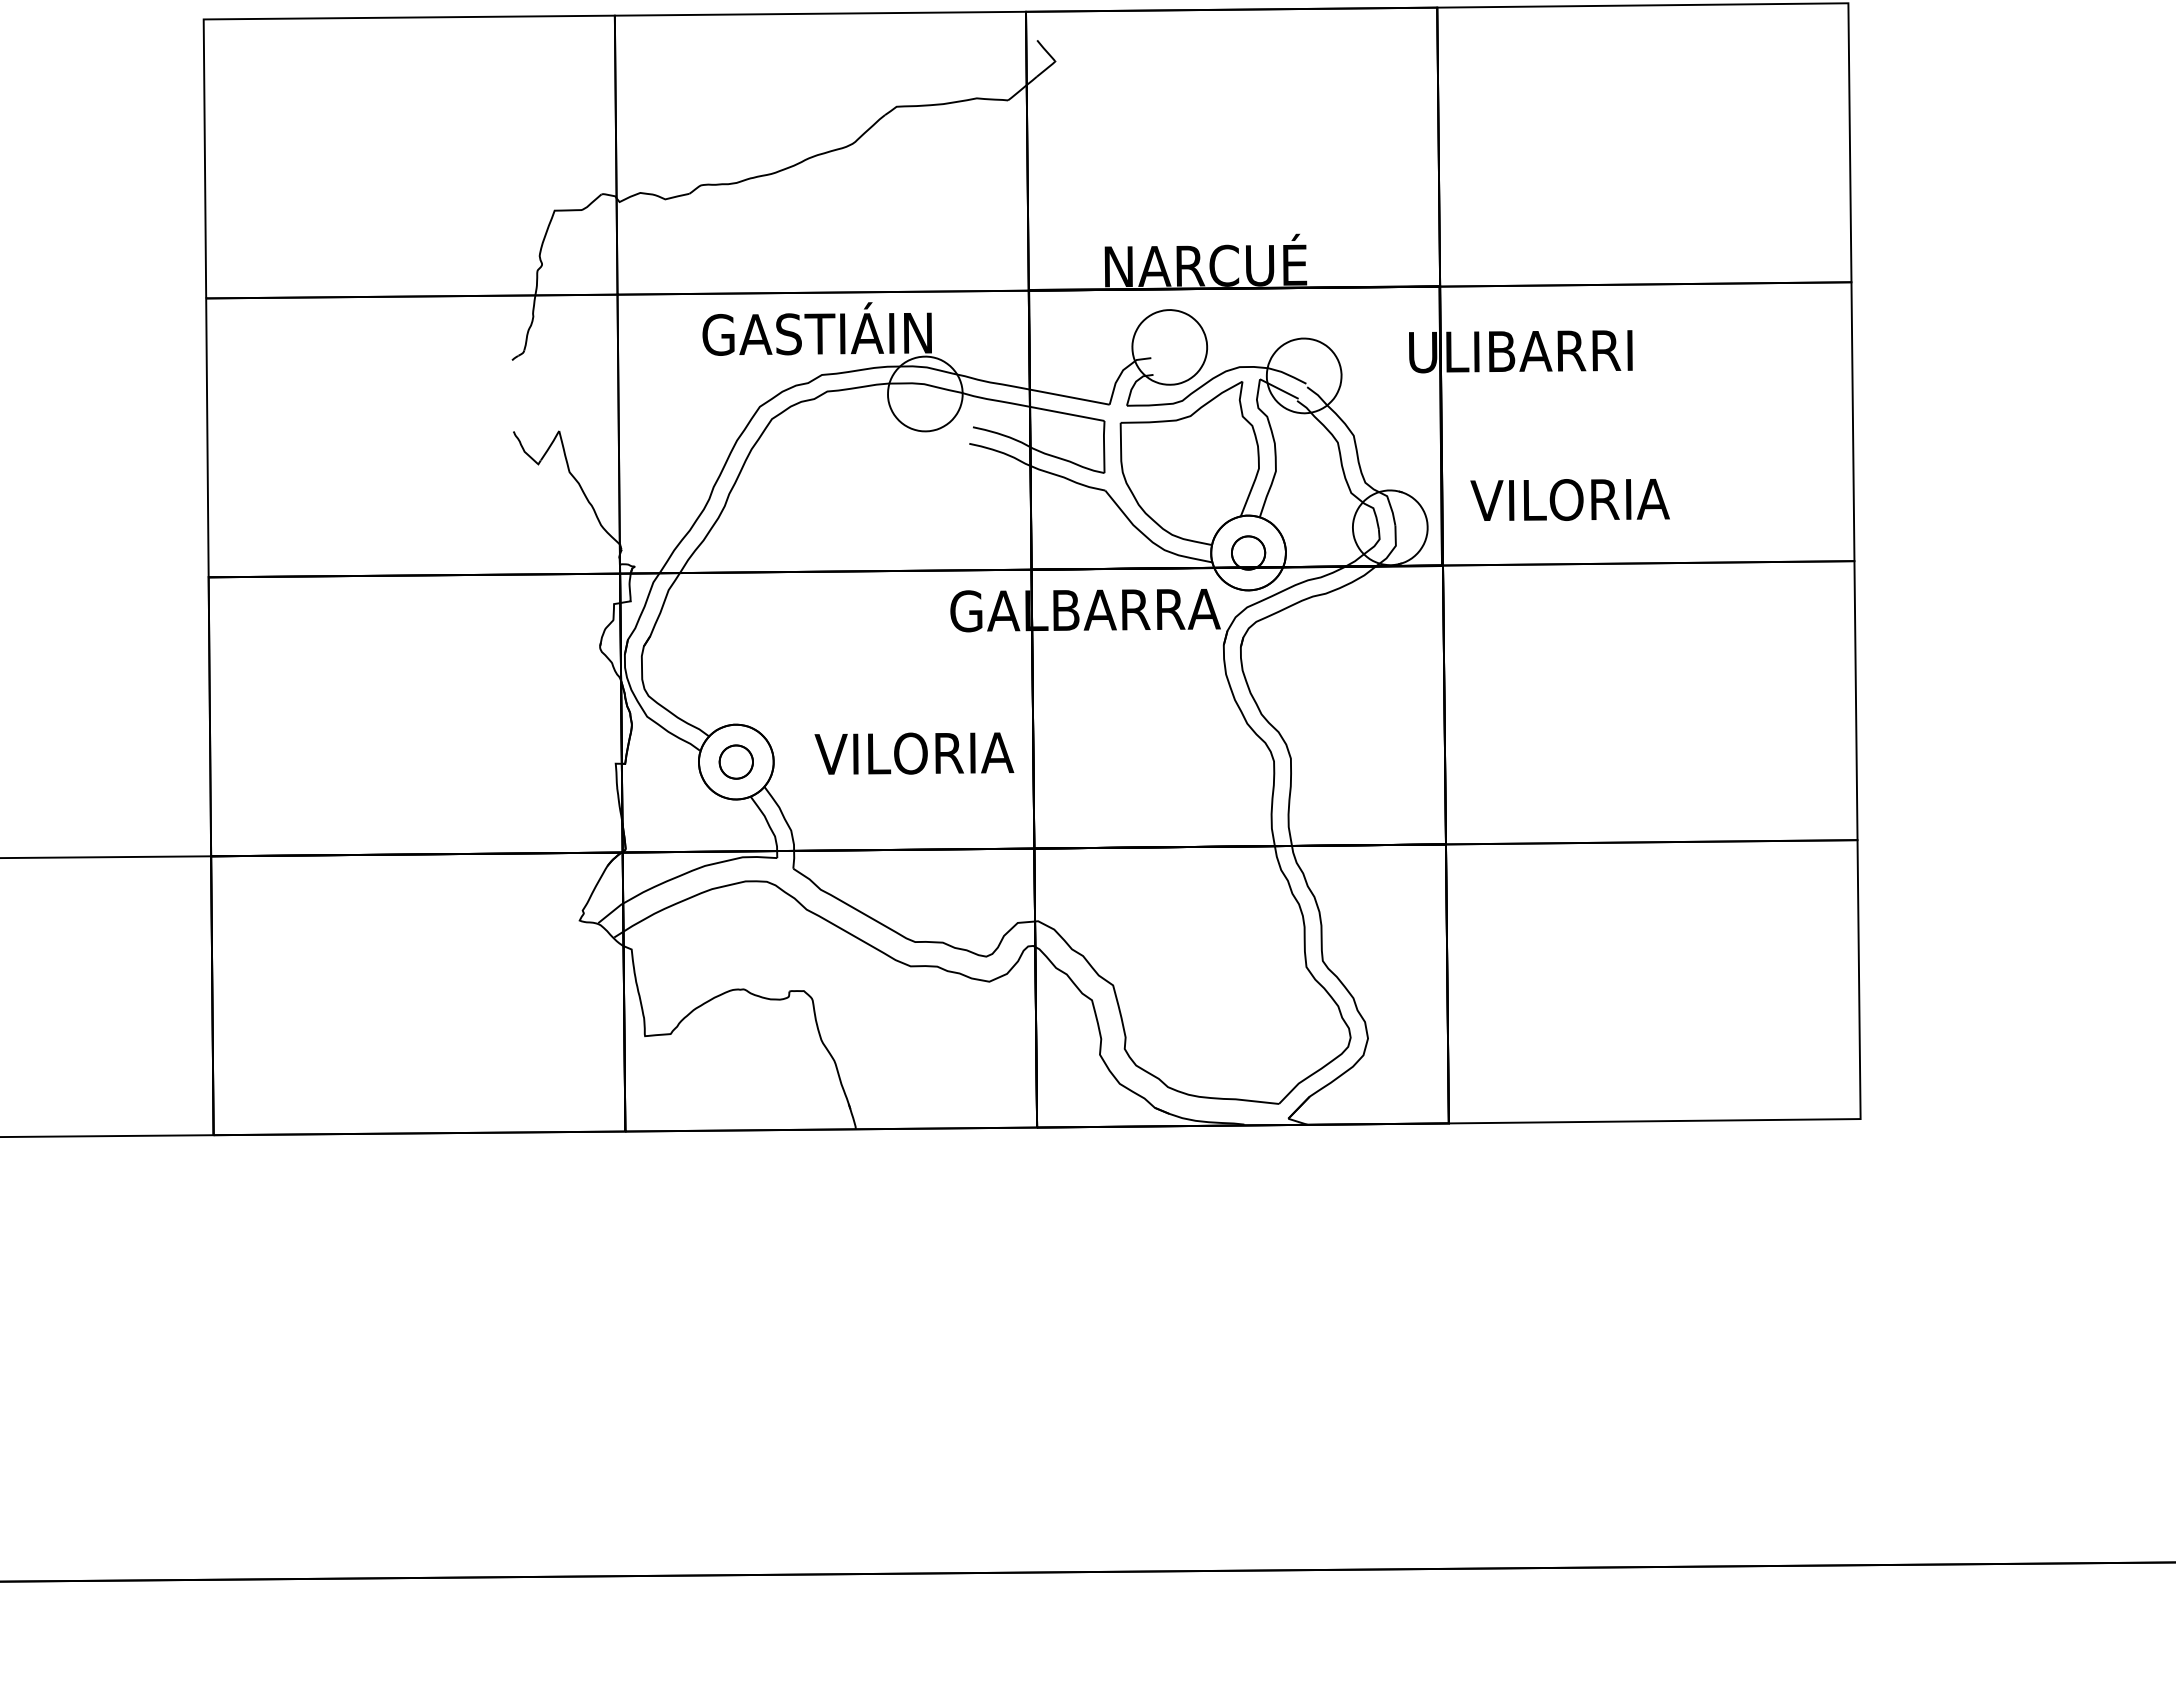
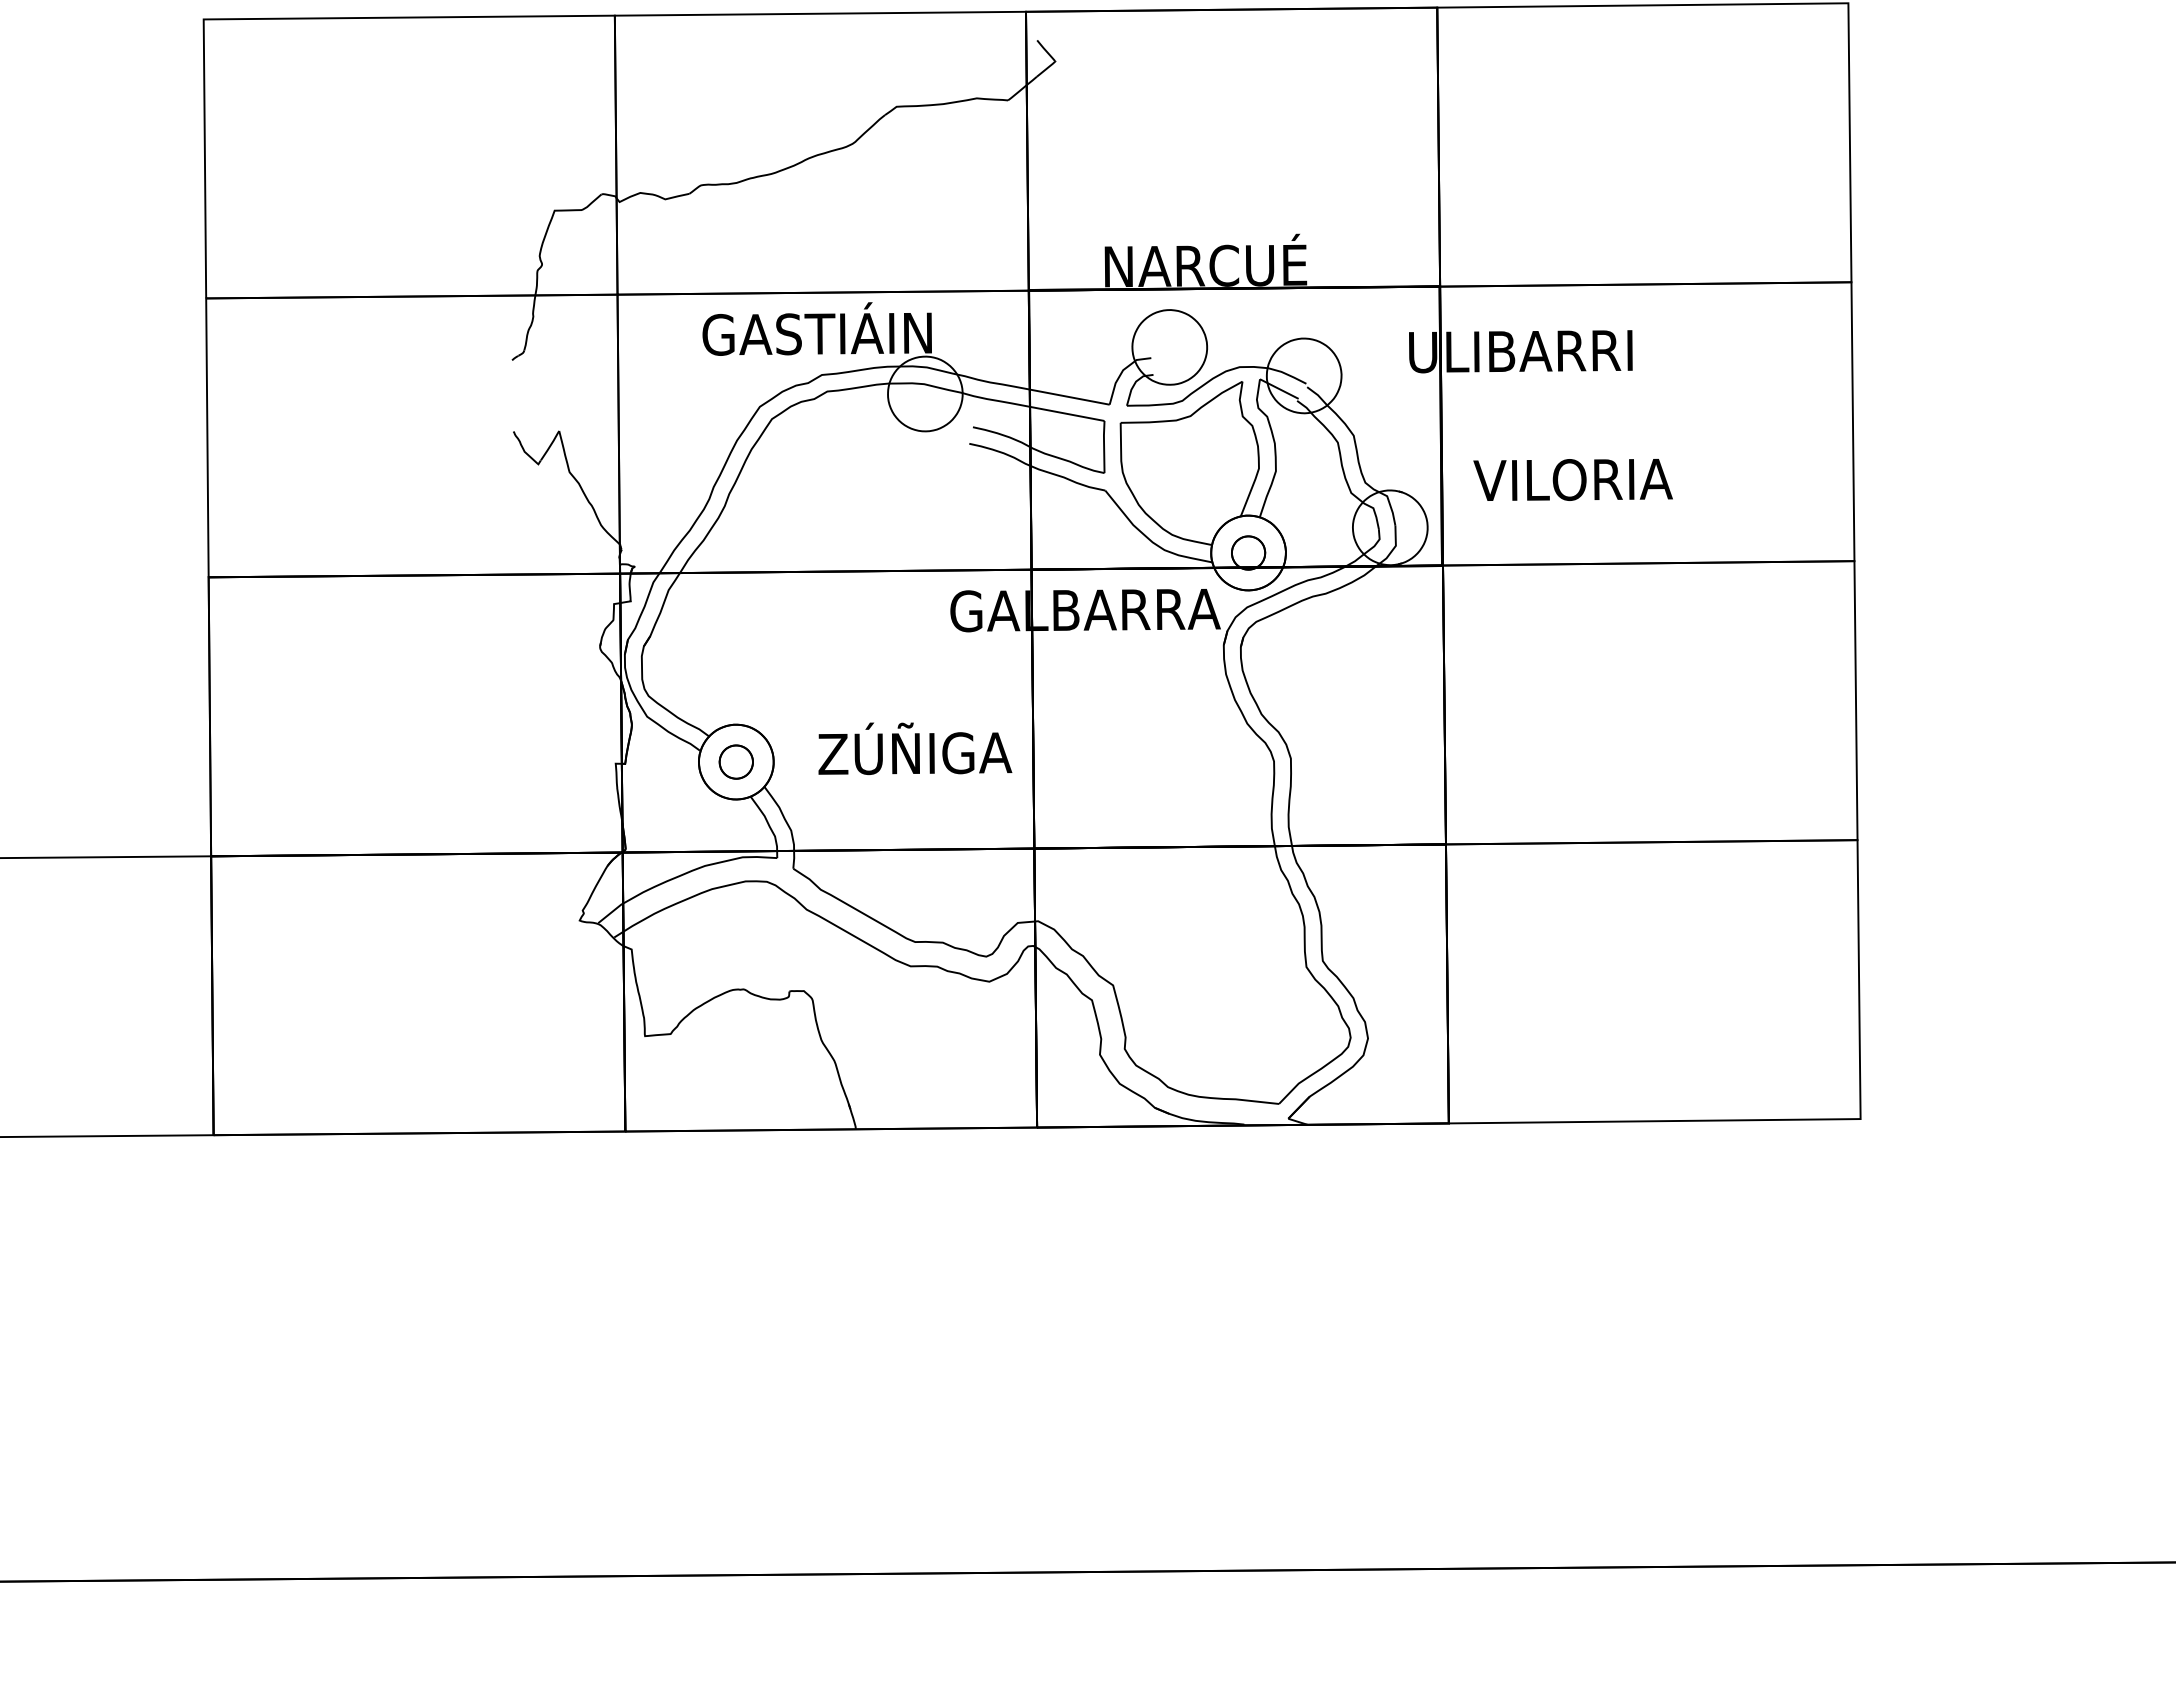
text at (1569, 499) position: (1569, 499) -> (1572, 479)
text at (914, 748): VILORIA -> ZÚÑIGA
